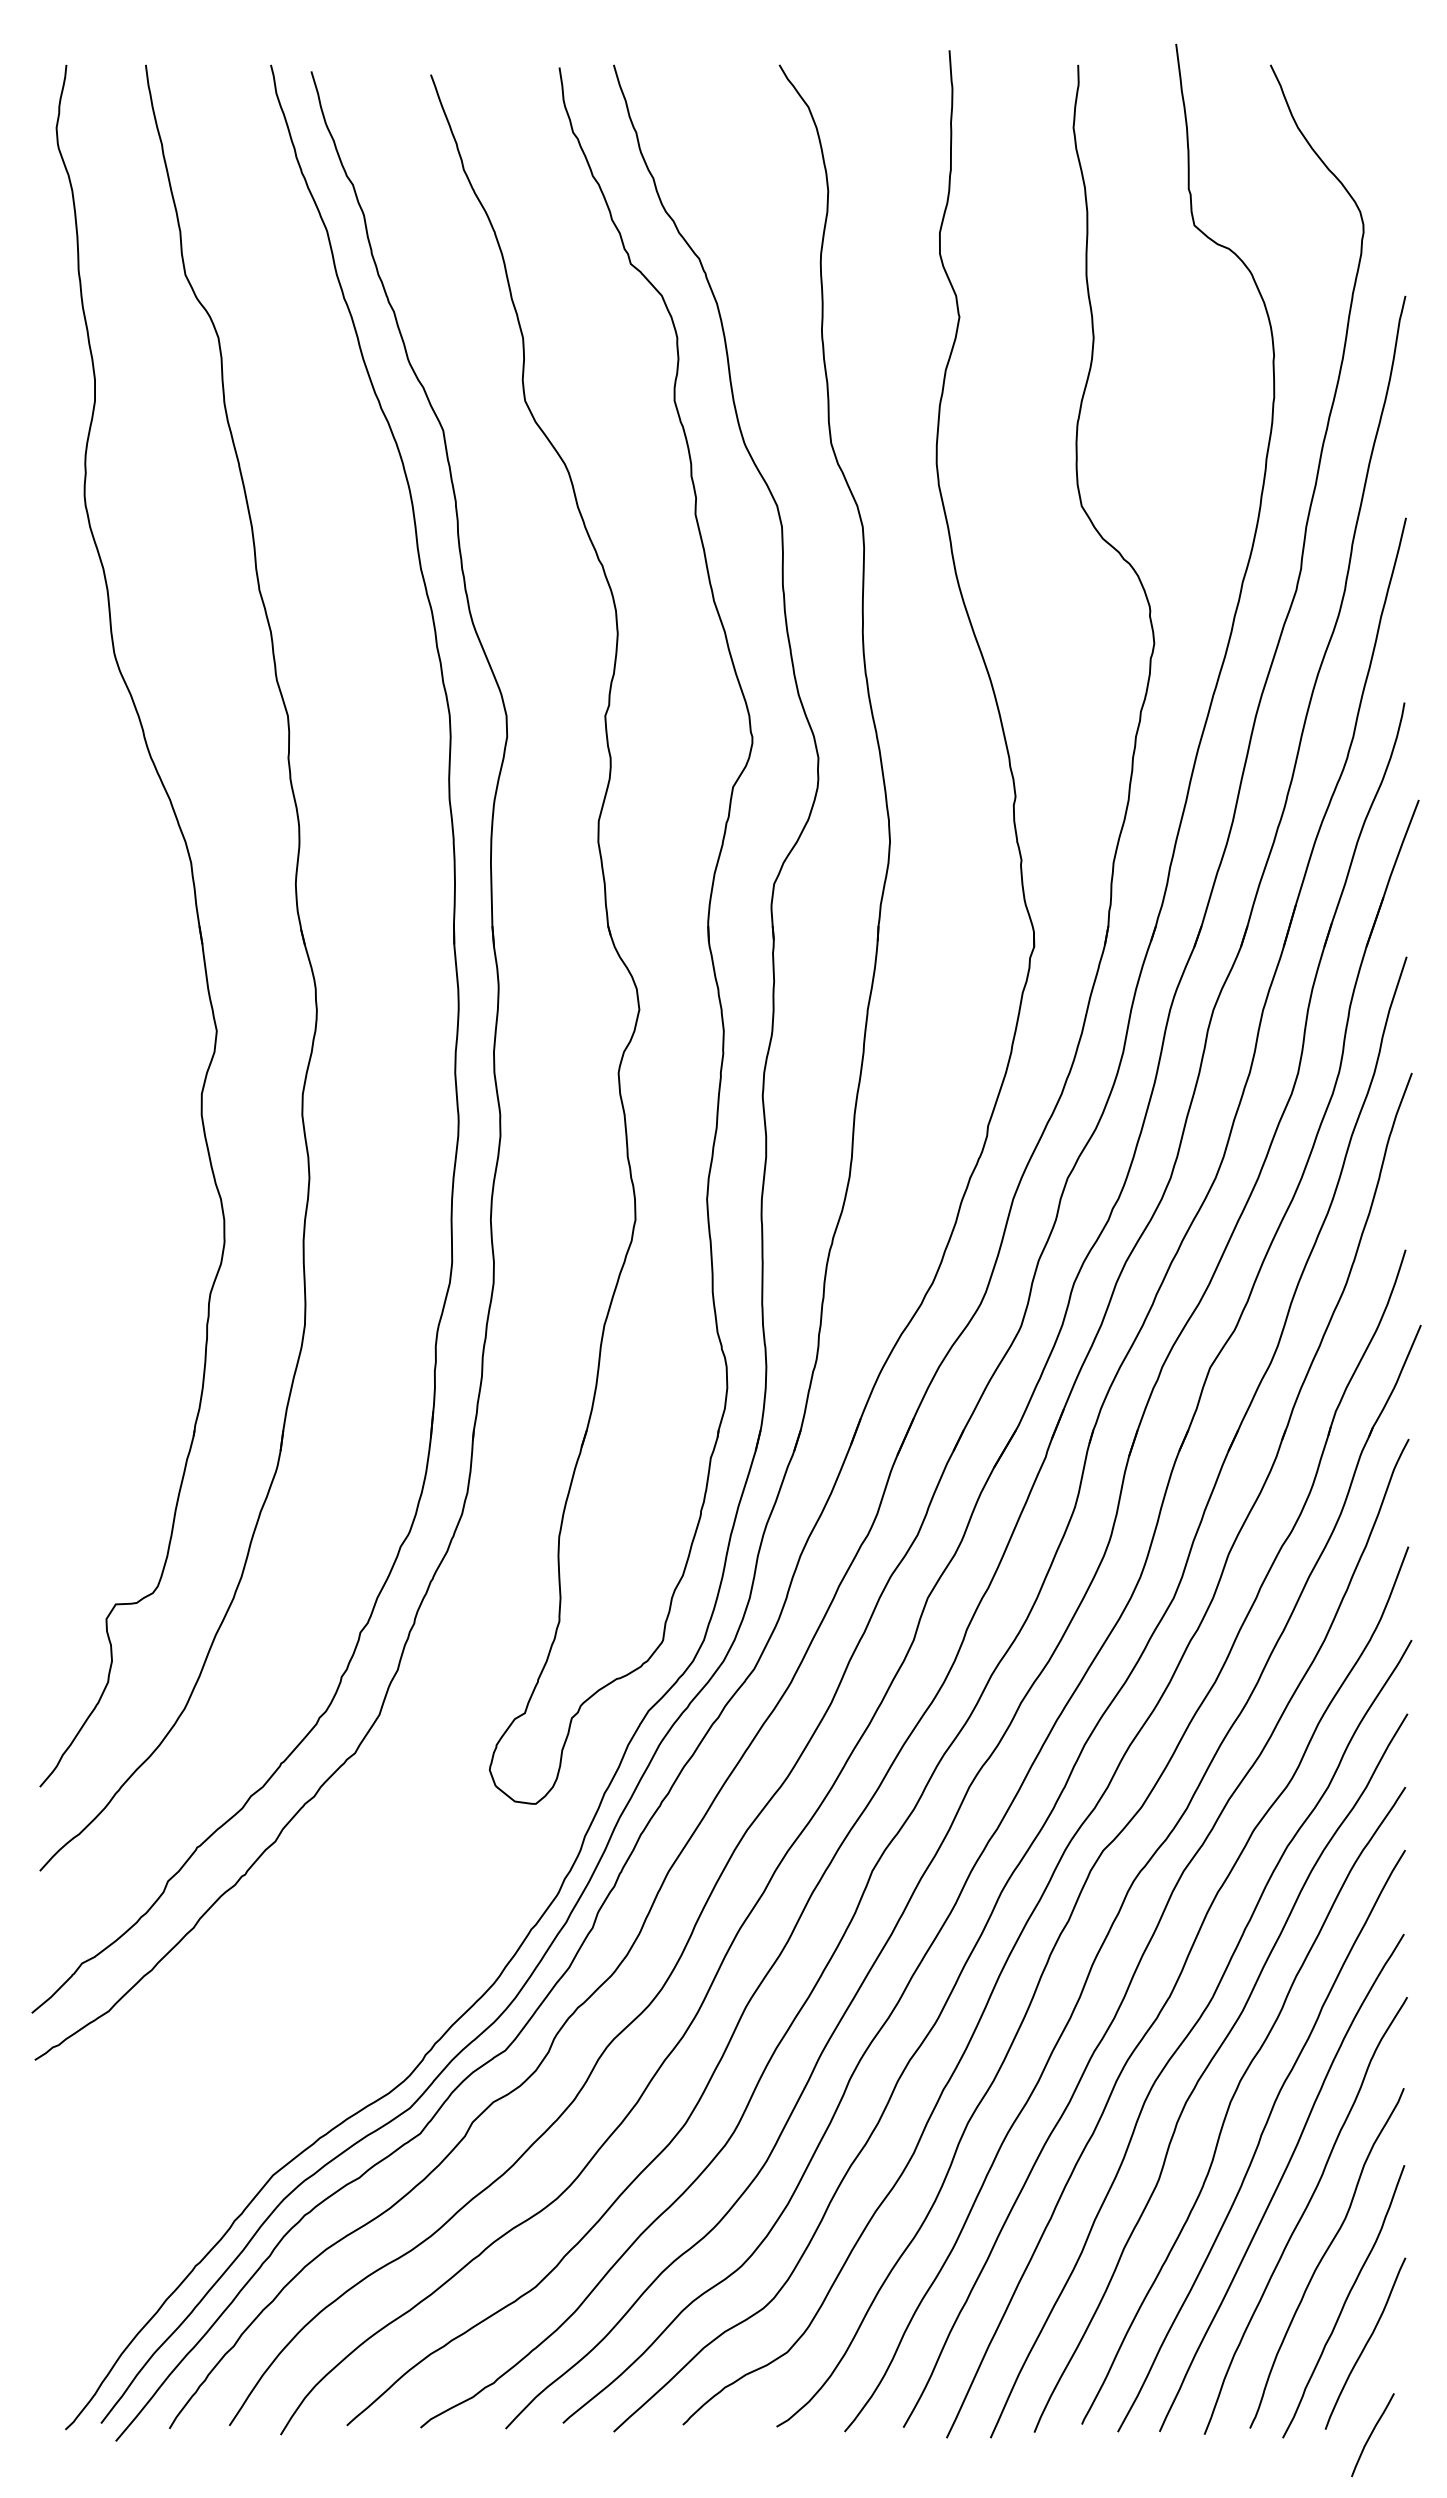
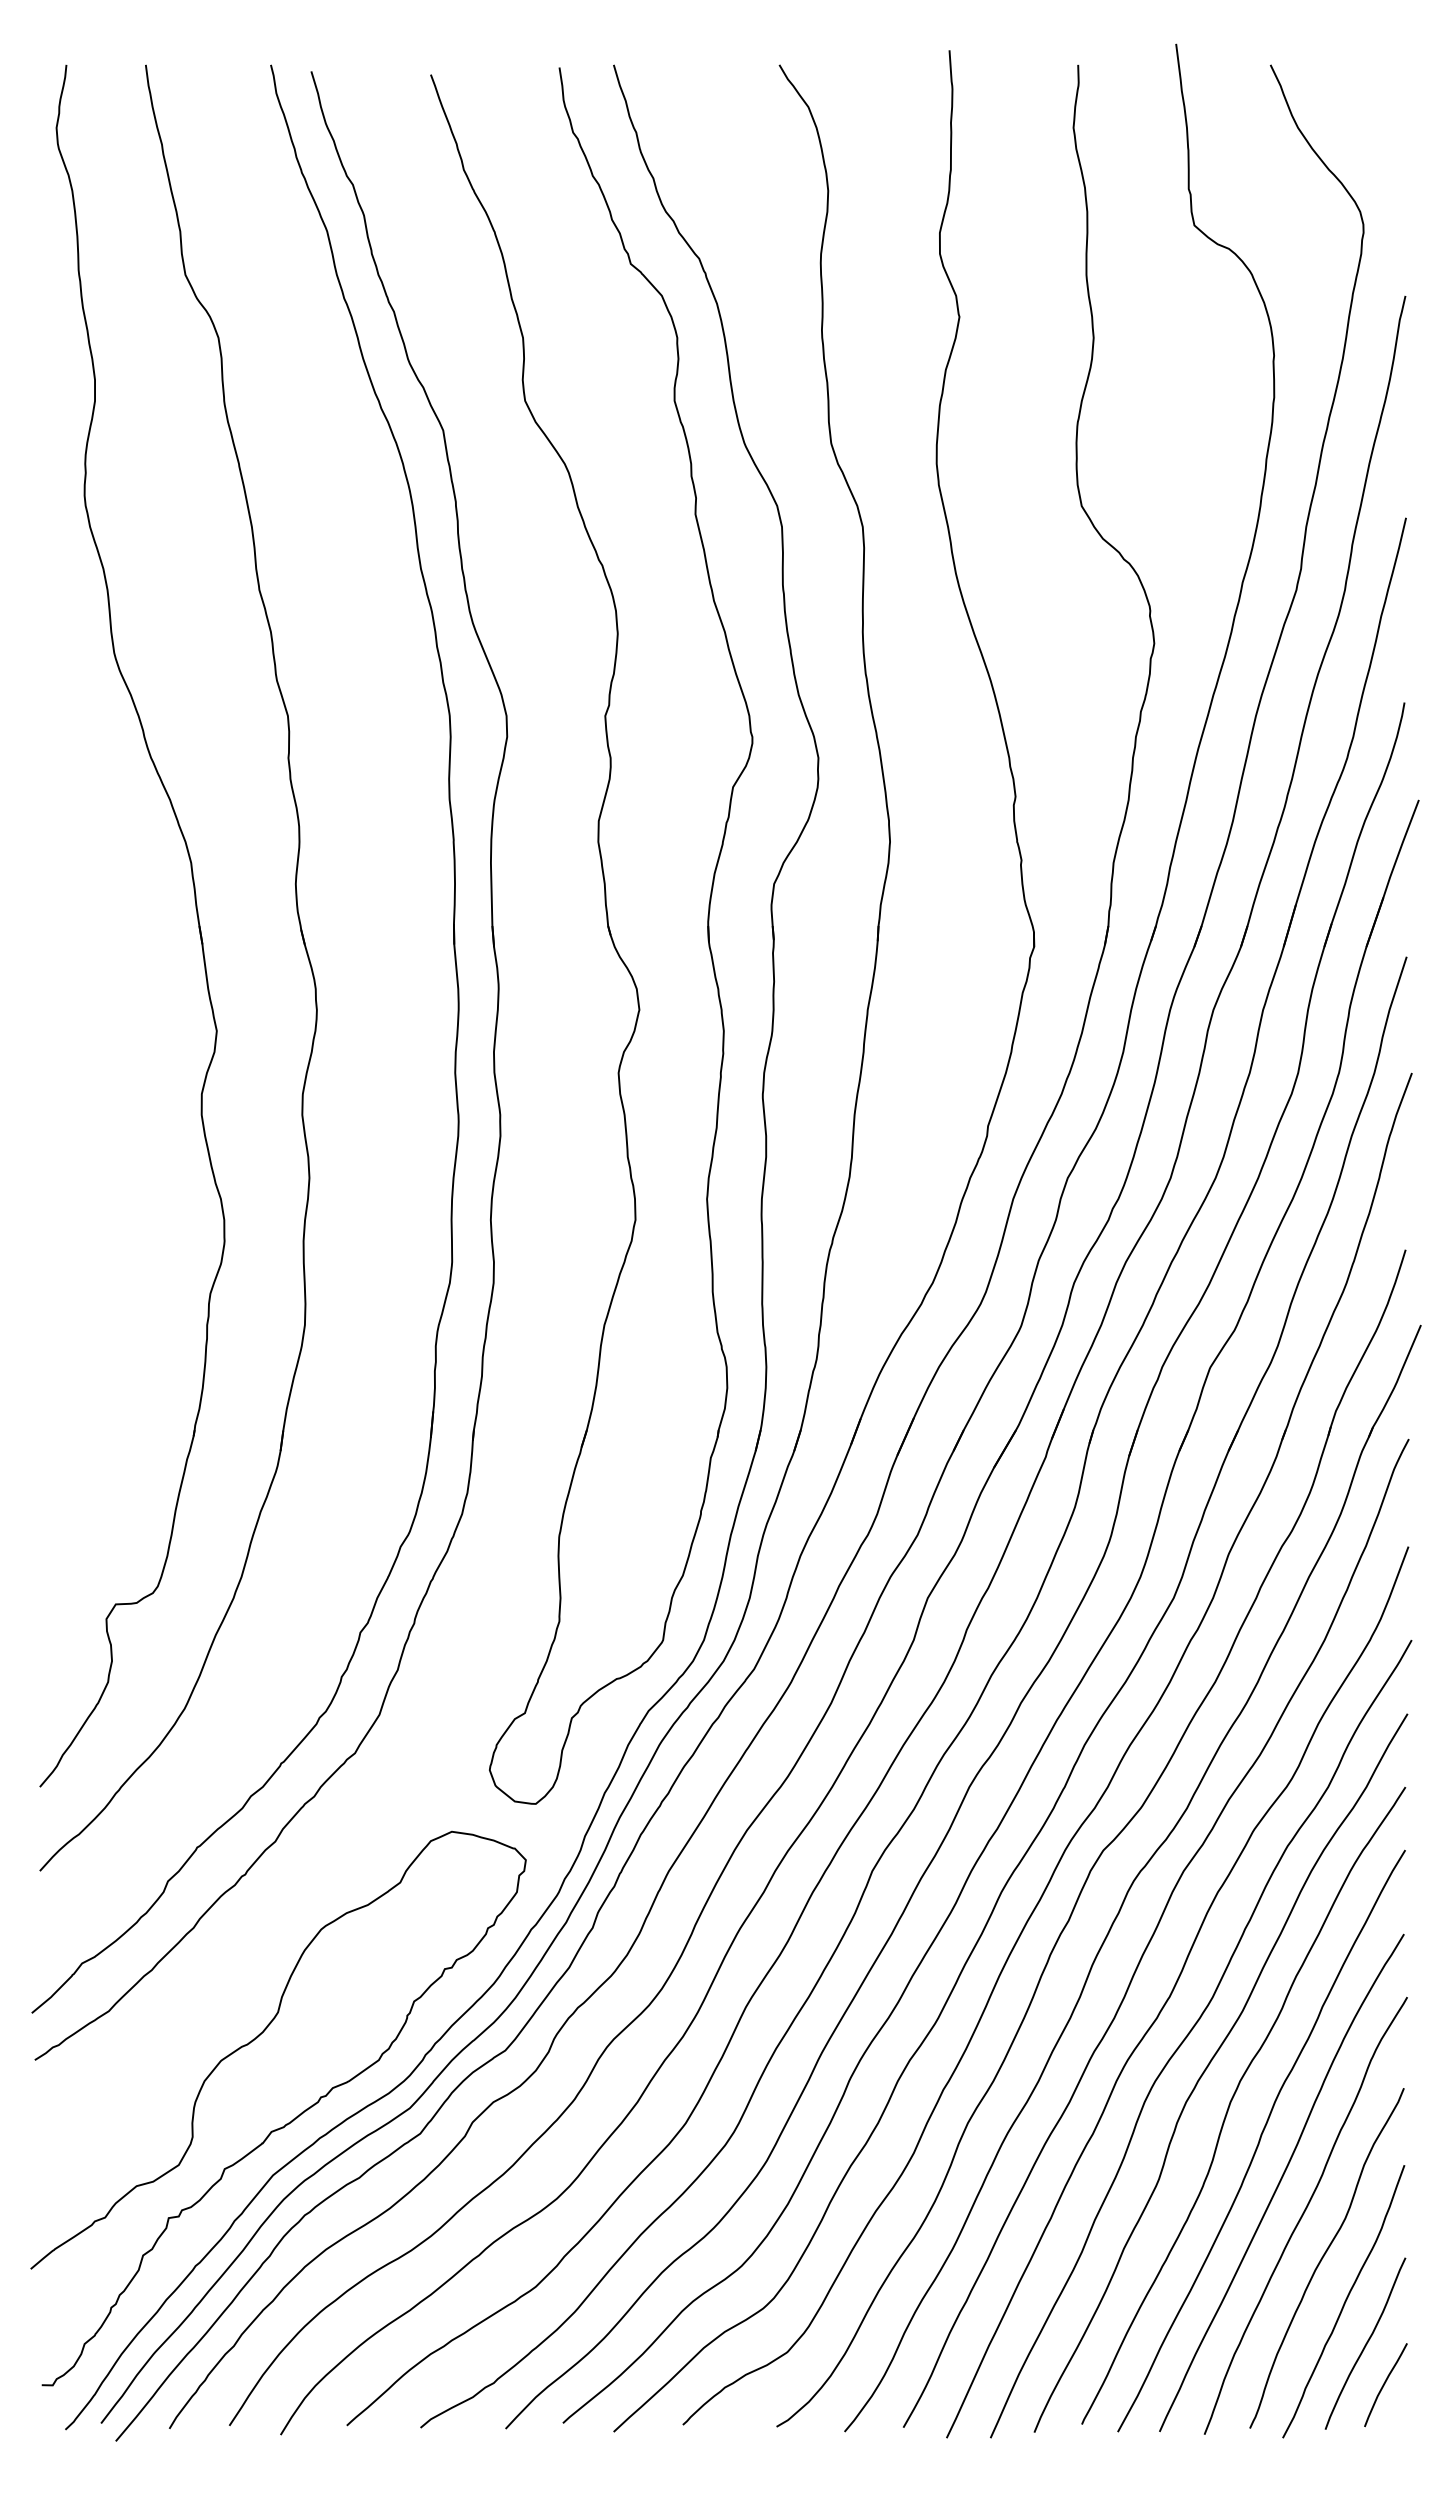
curve at (286, 2123): none -> present
curve at (1372, 2434) position: (1372, 2434) -> (1385, 2384)
